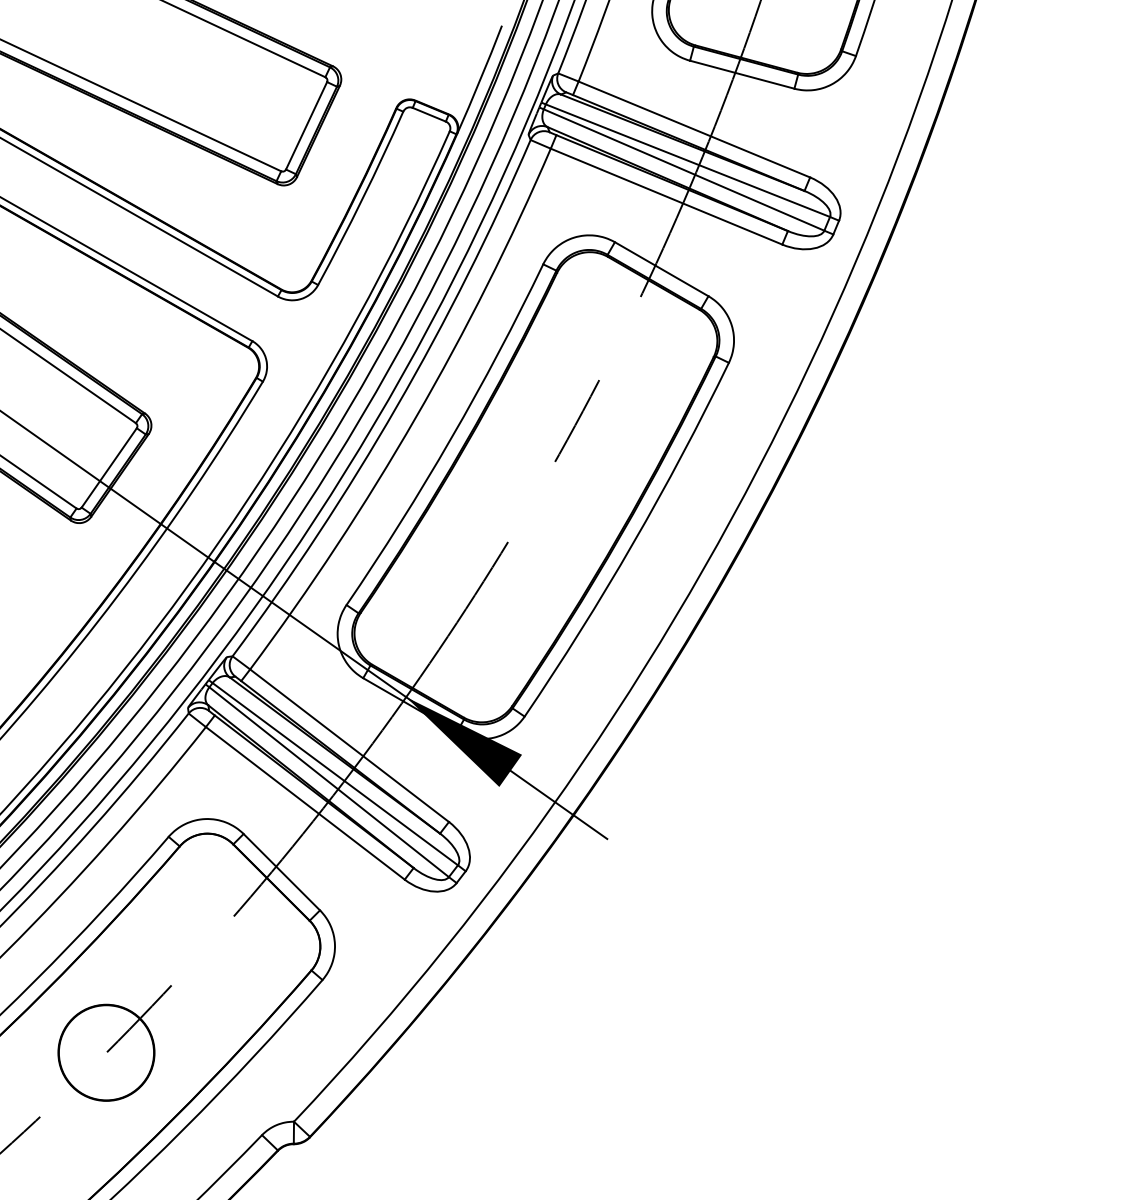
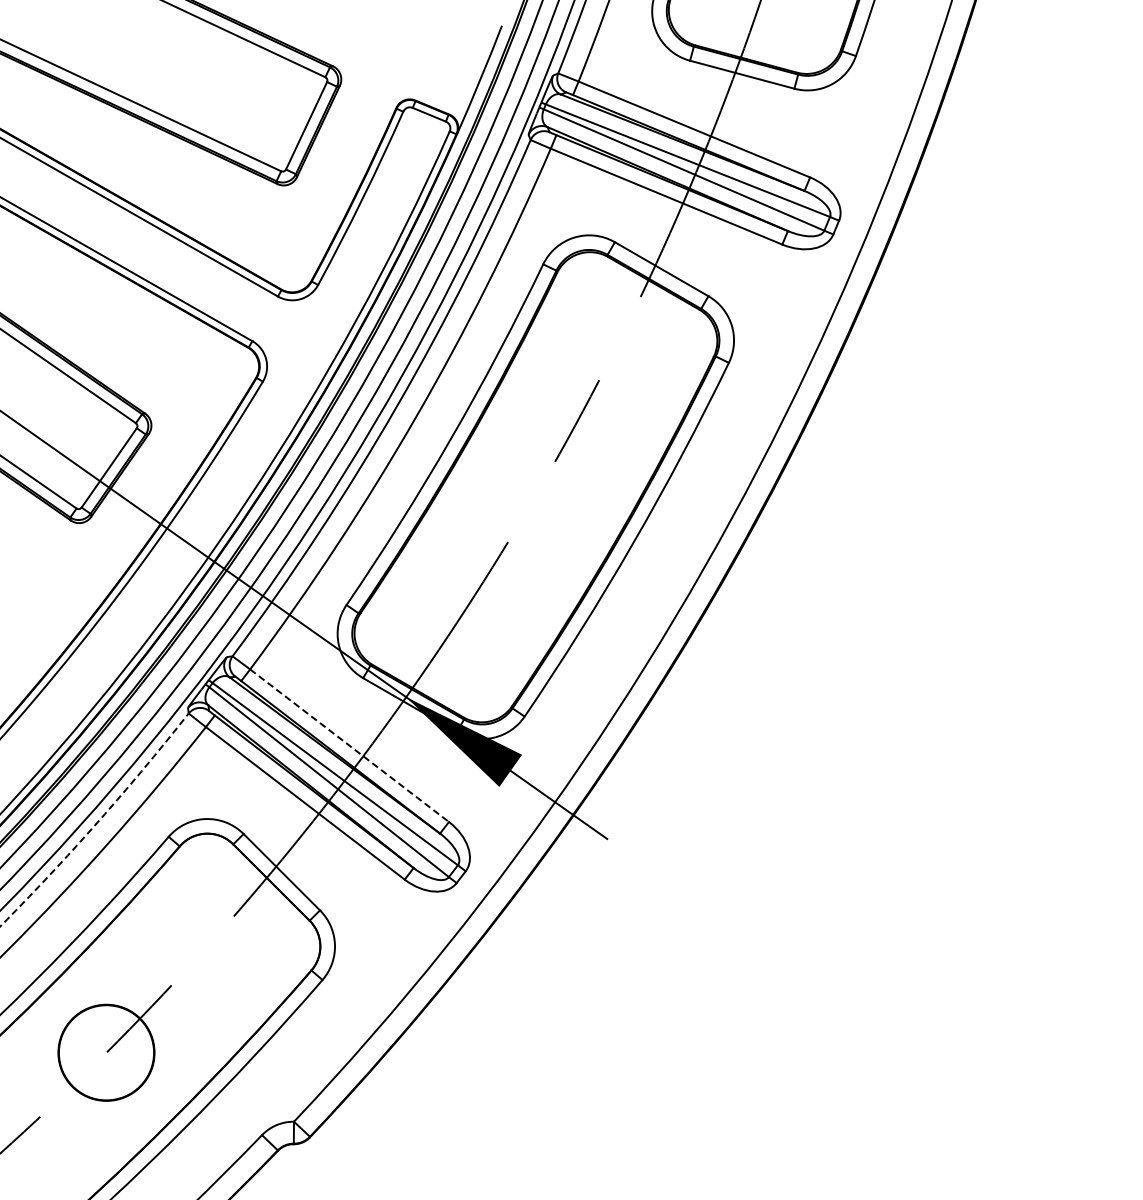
line at (349, 746): solid -> dashed
arc at (97, 822): solid -> dashed
